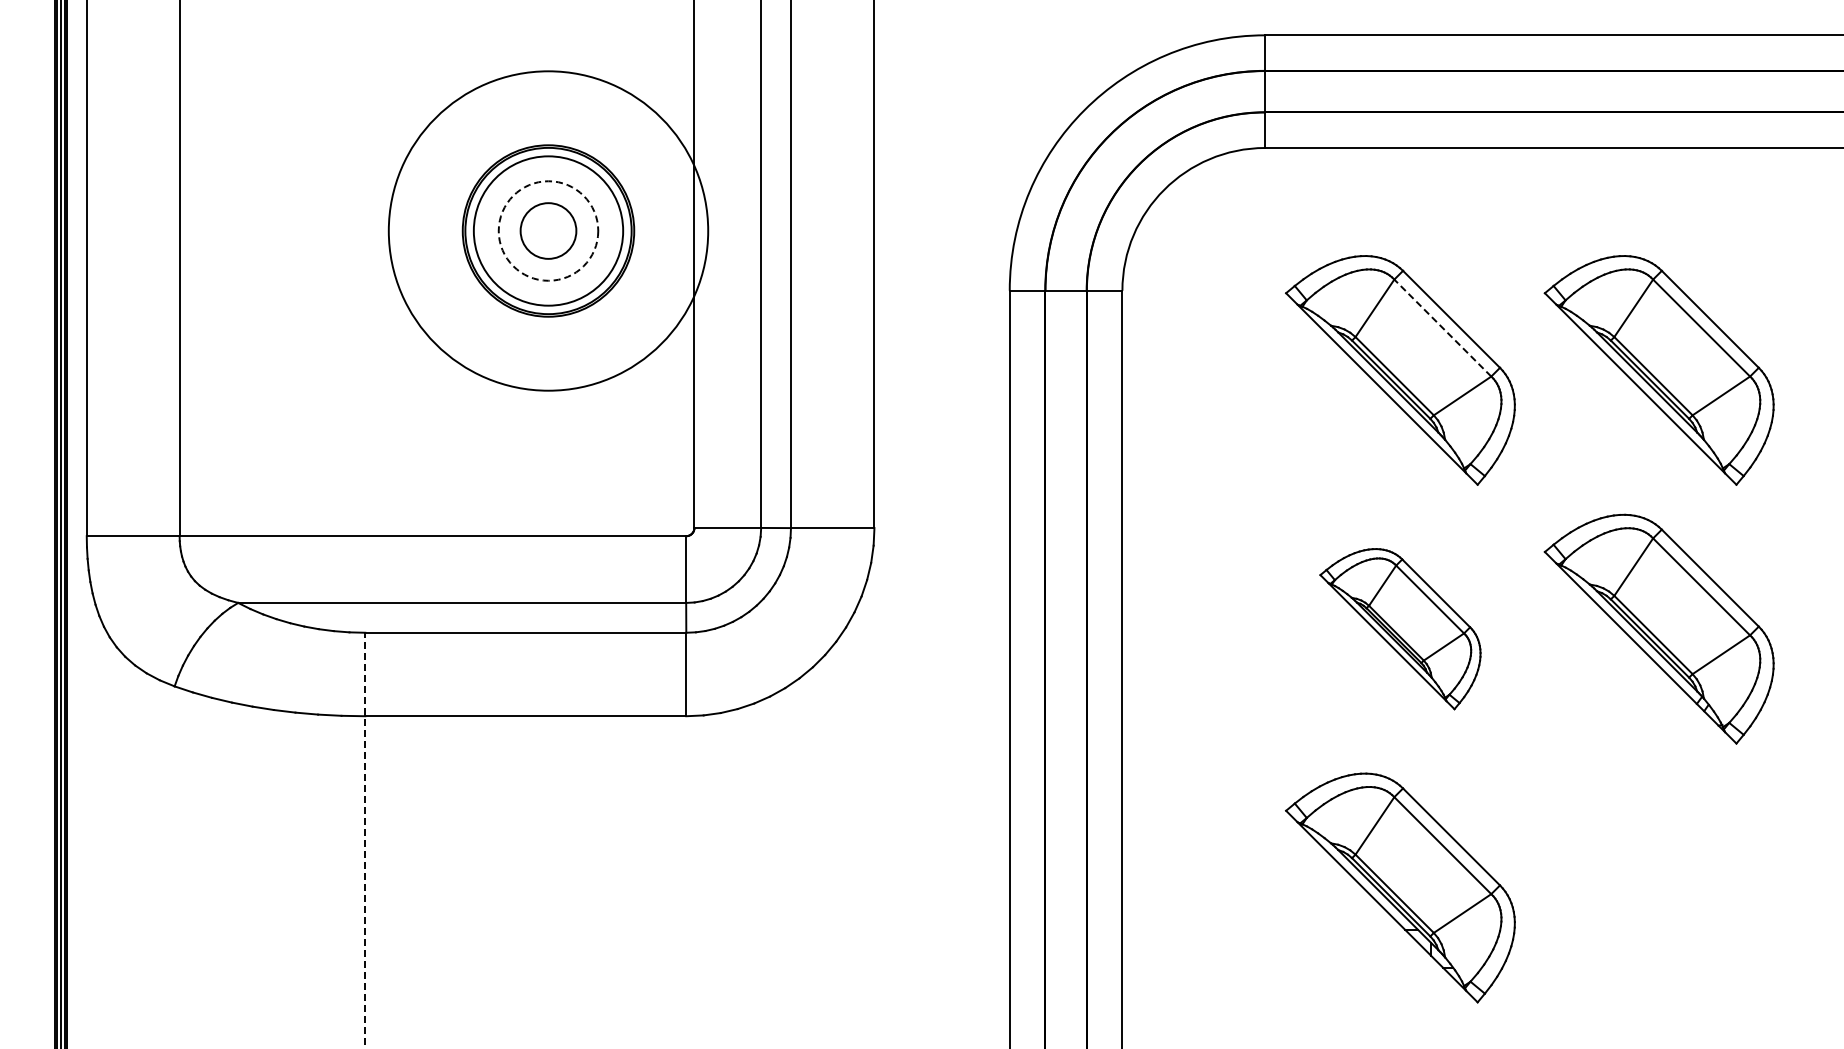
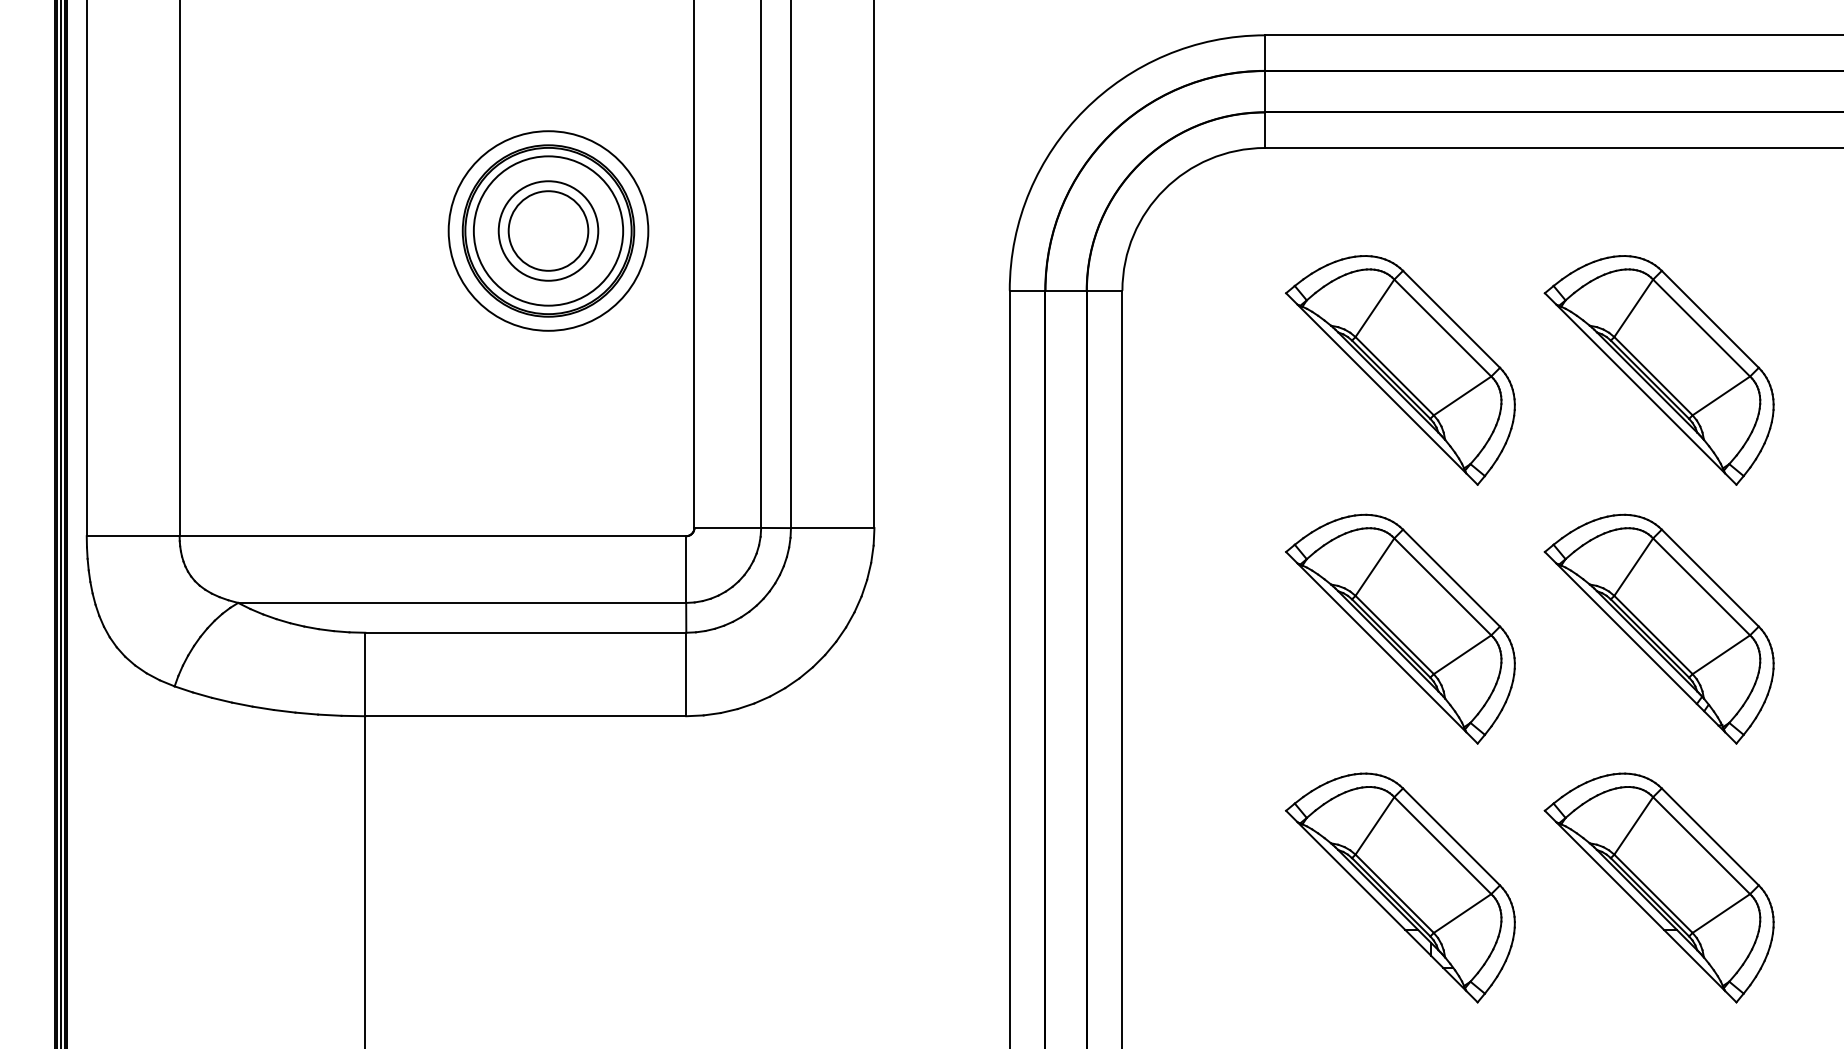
circle at (548, 230) diameter: 319 px -> 200 px
circle at (548, 230) diameter: 56 px -> 80 px
circle at (548, 230): dashed -> solid
line at (1442, 328): dashed -> solid
part at (1400, 629) size: 163x163 px -> 231x232 px
line at (365, 840): dashed -> solid
part at (1658, 887): none -> present
